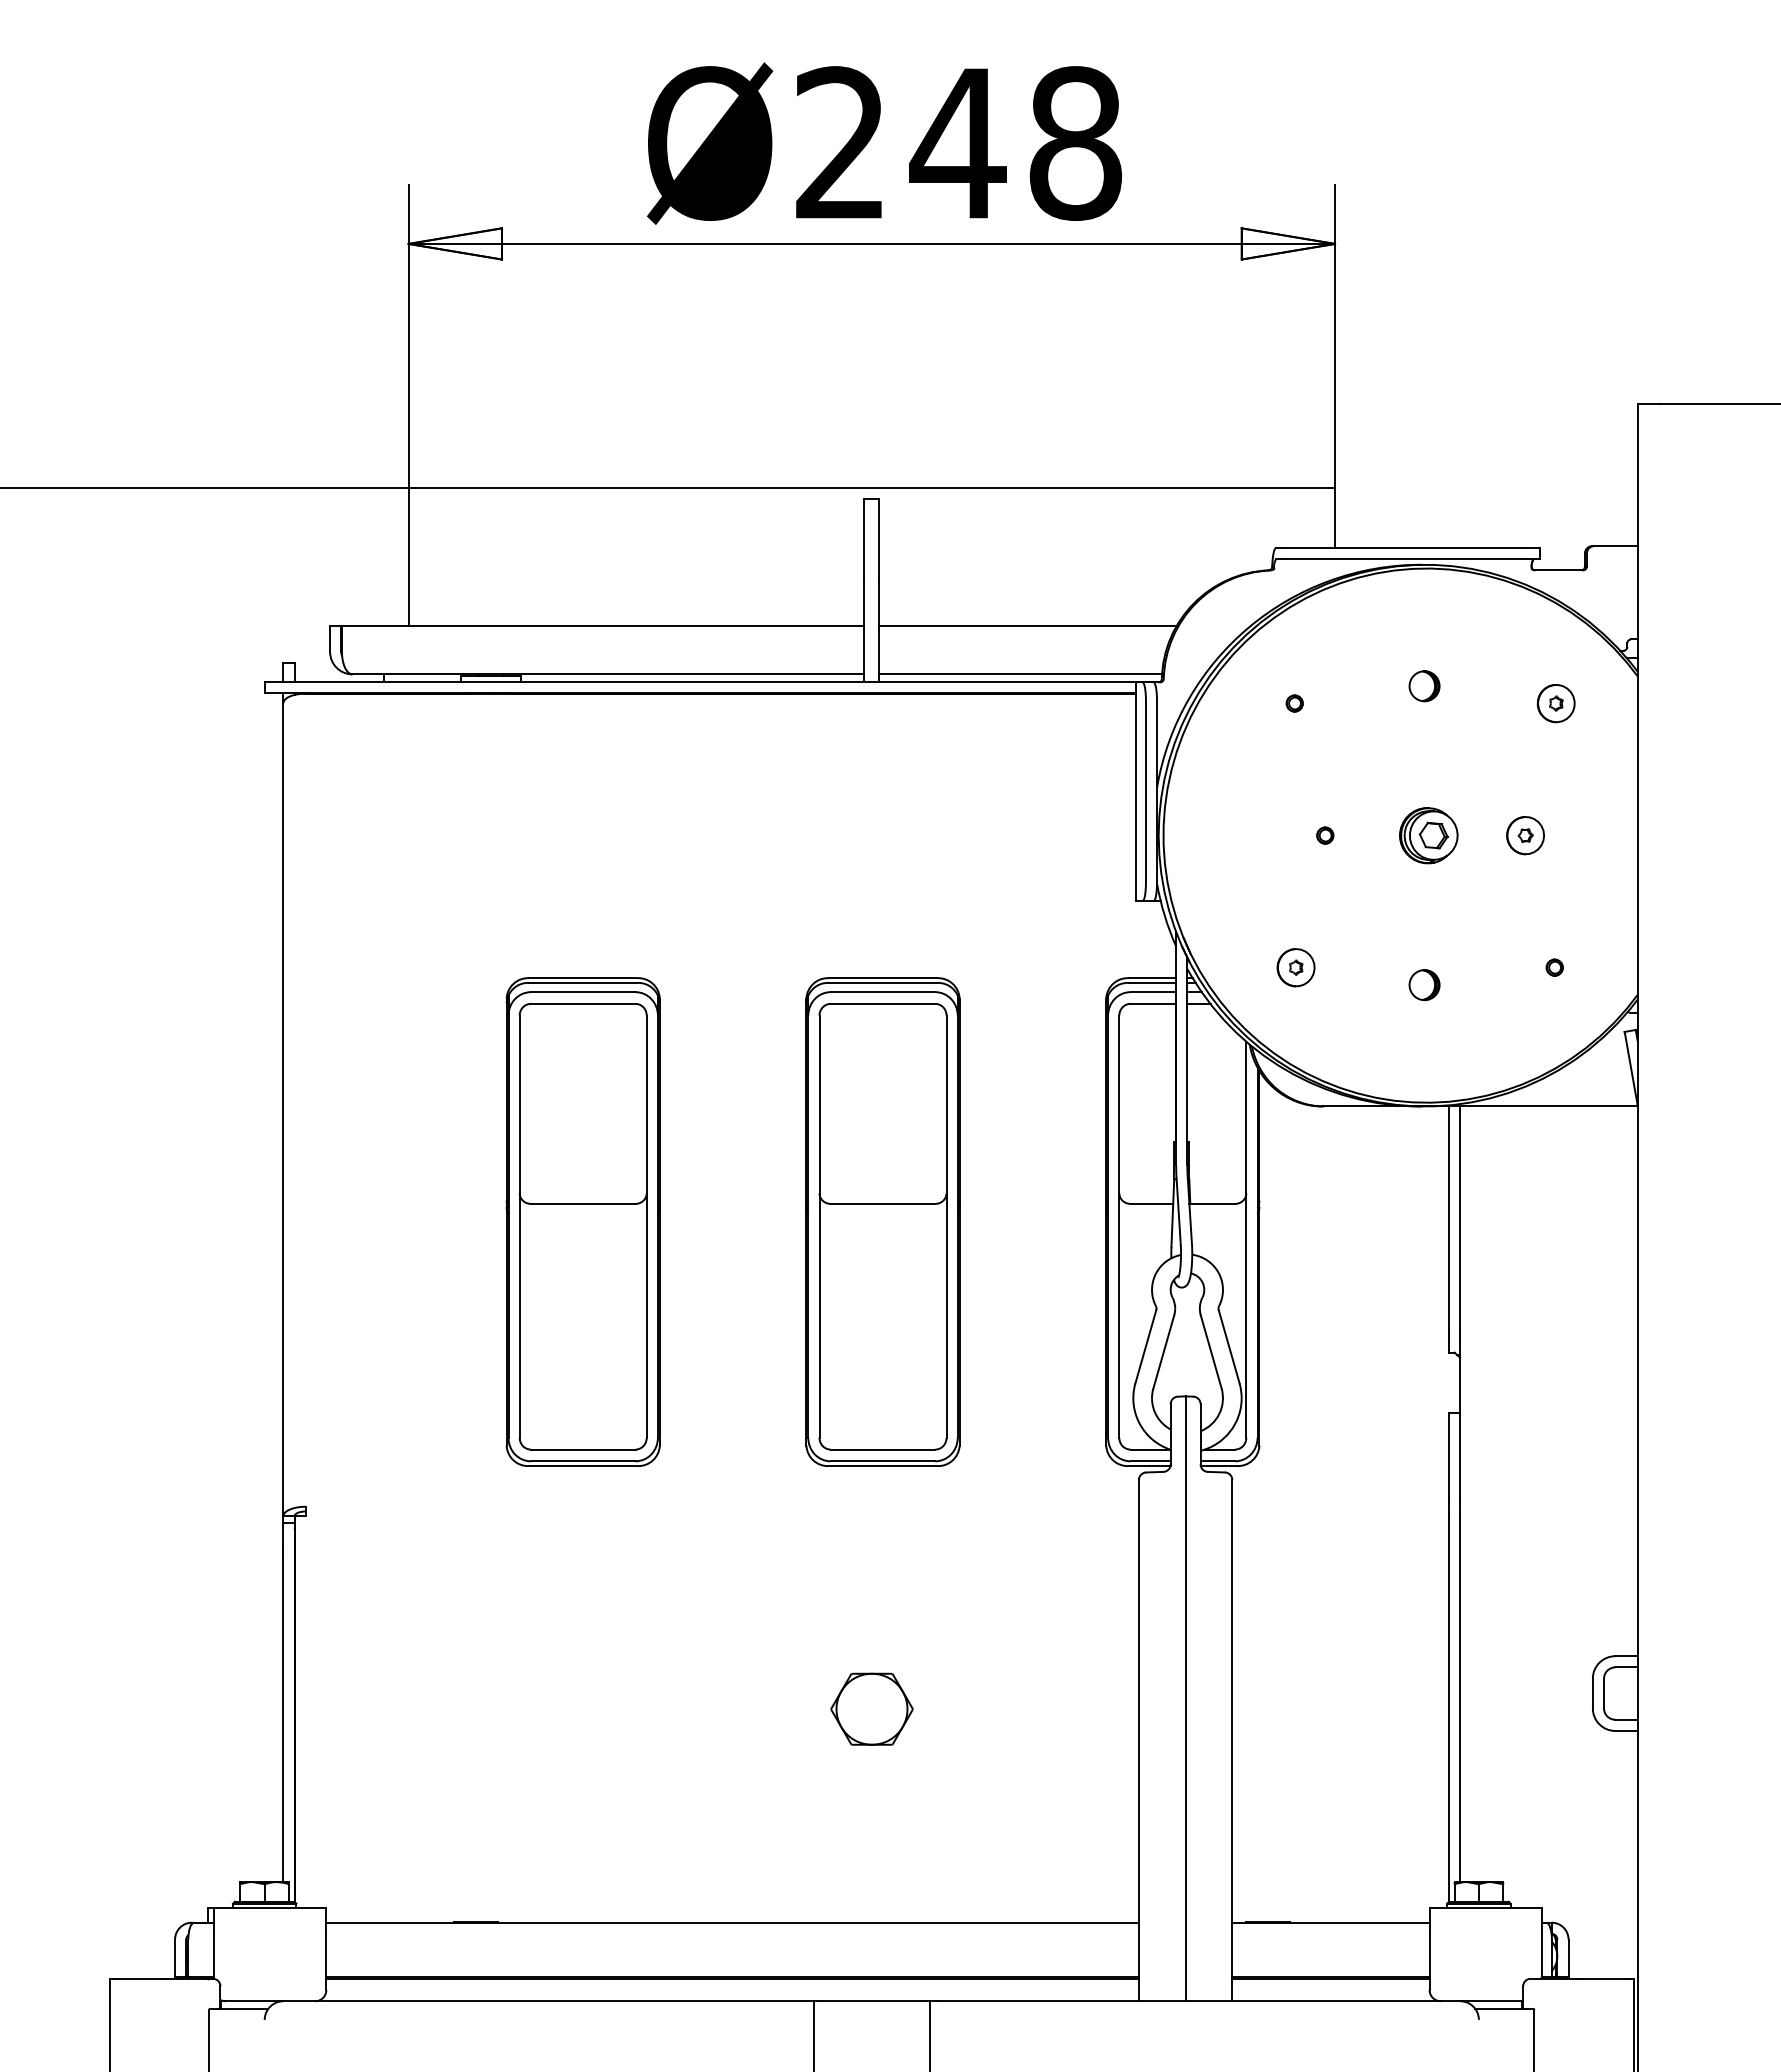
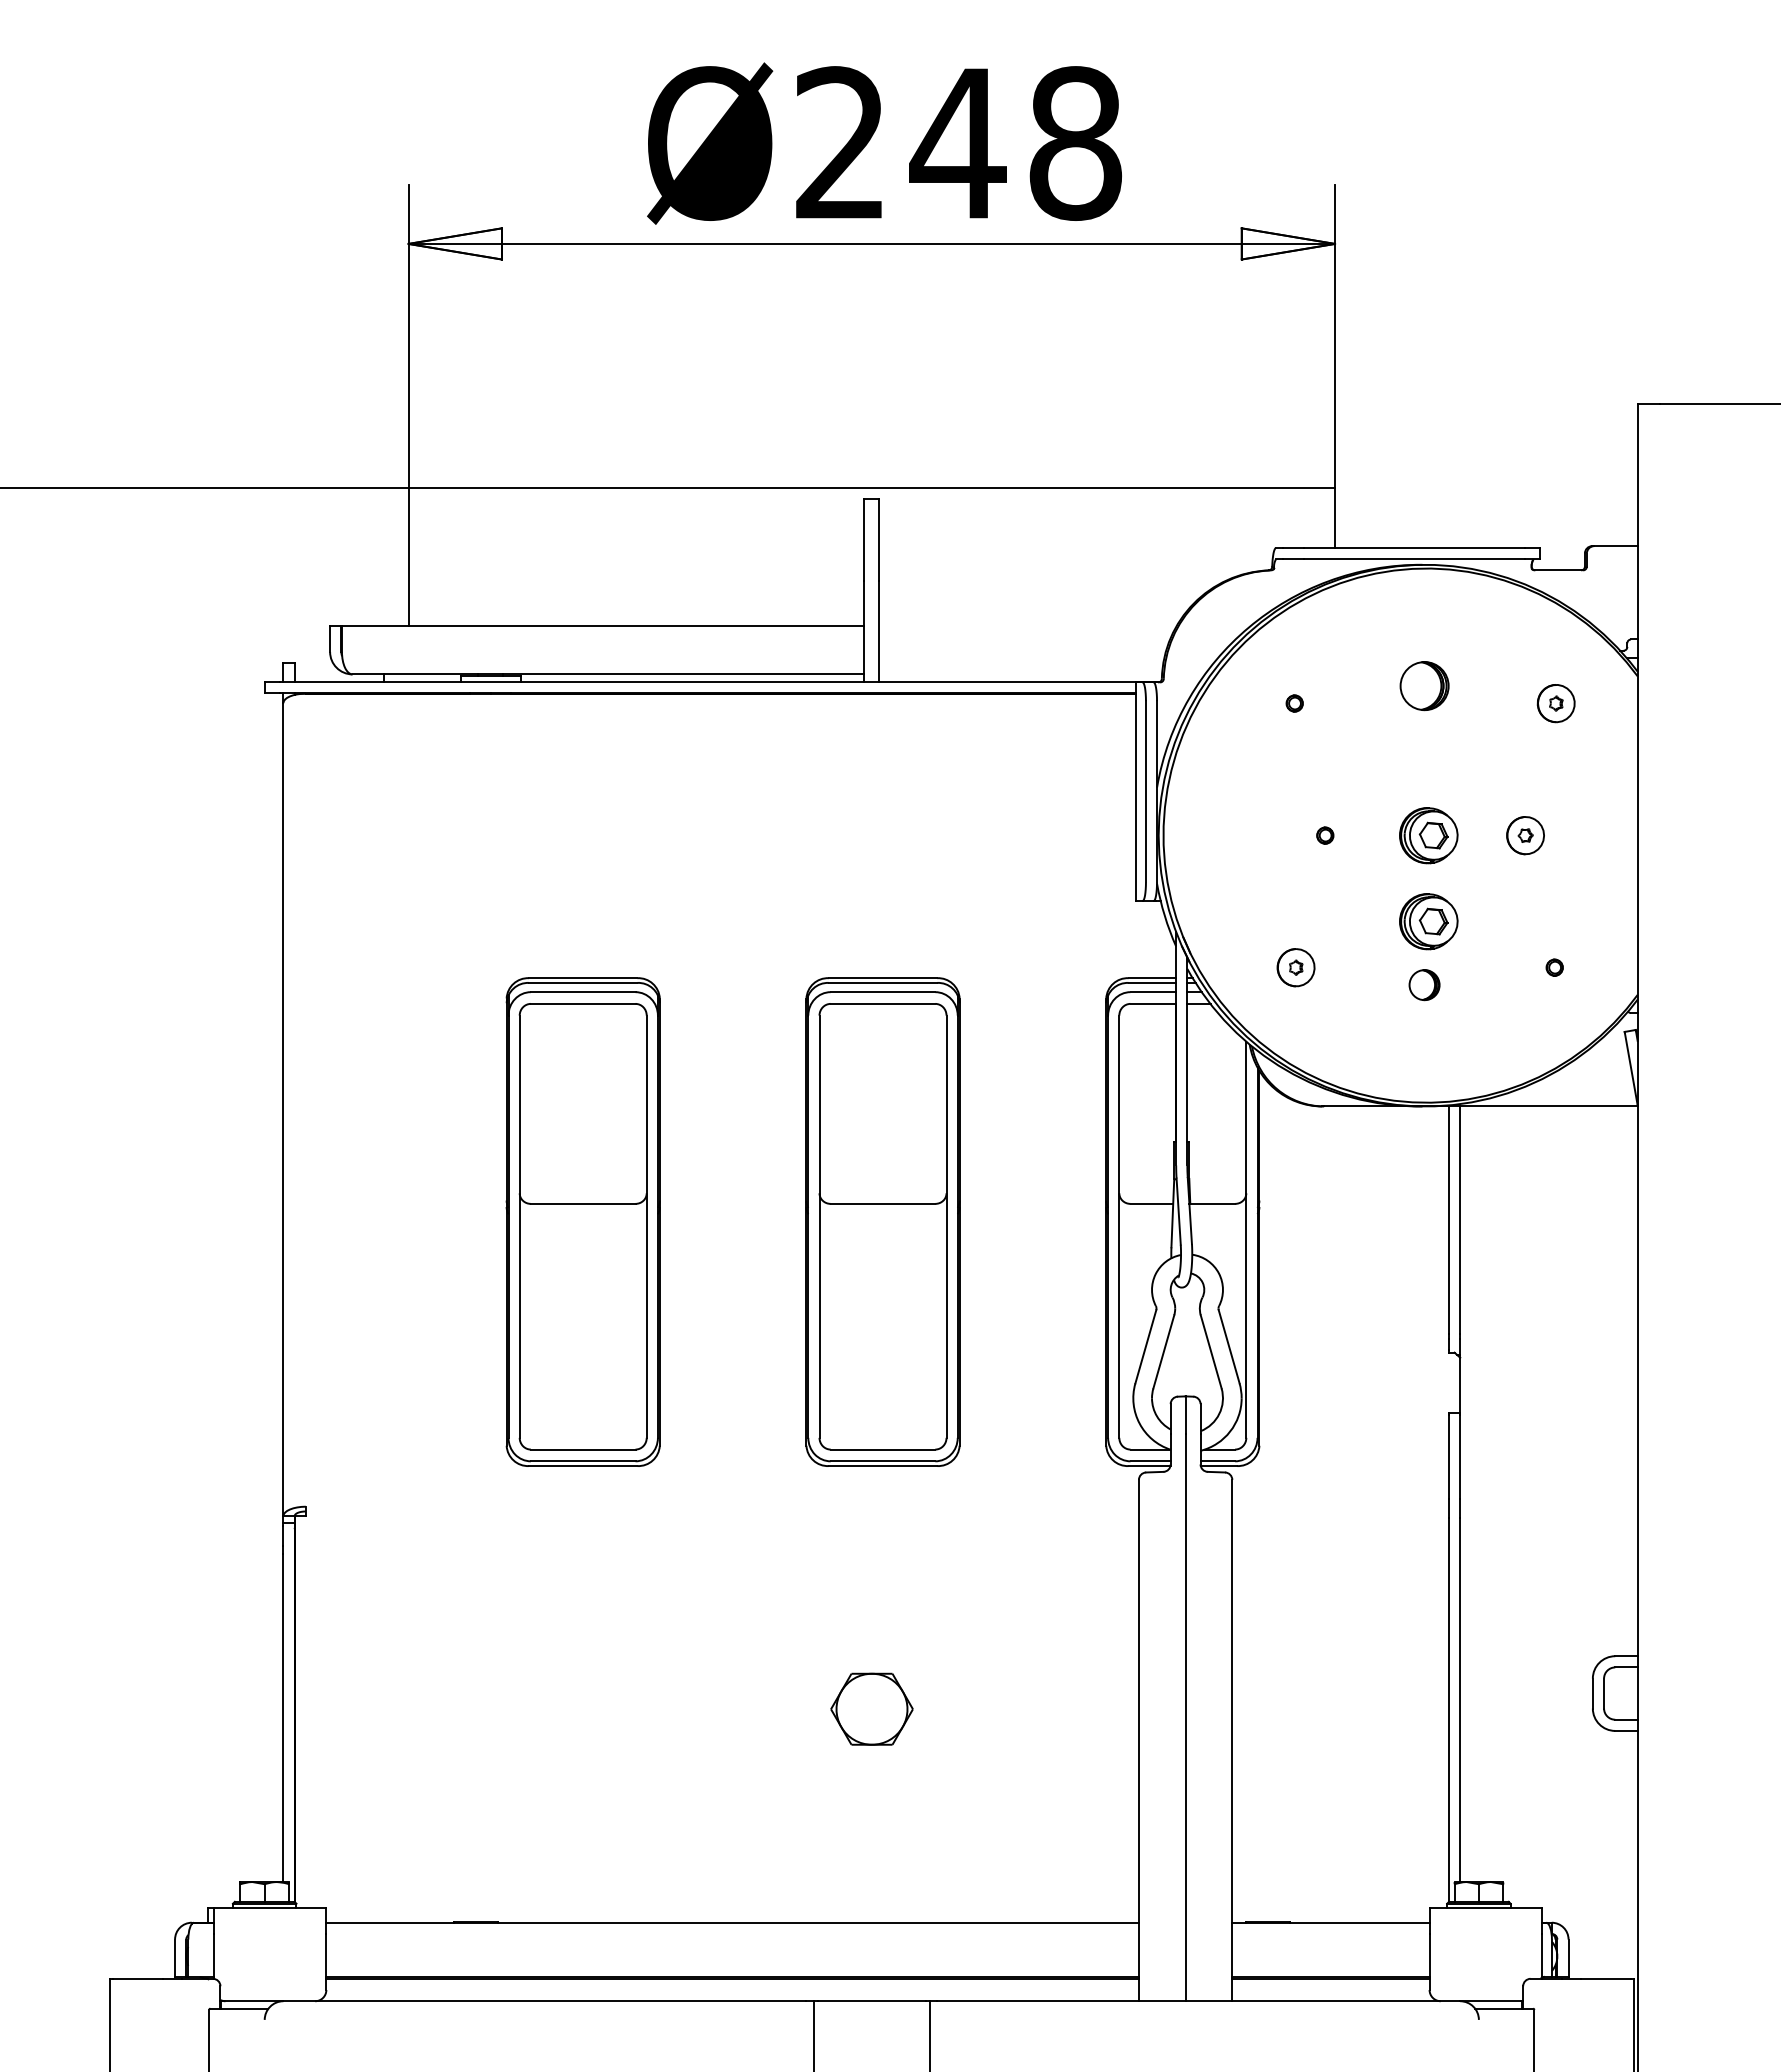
line at (1027, 625): present -> none
line at (1020, 674): present -> none
part at (1424, 686) size: 33x33 px -> 51x51 px
part at (1428, 921): none -> present
